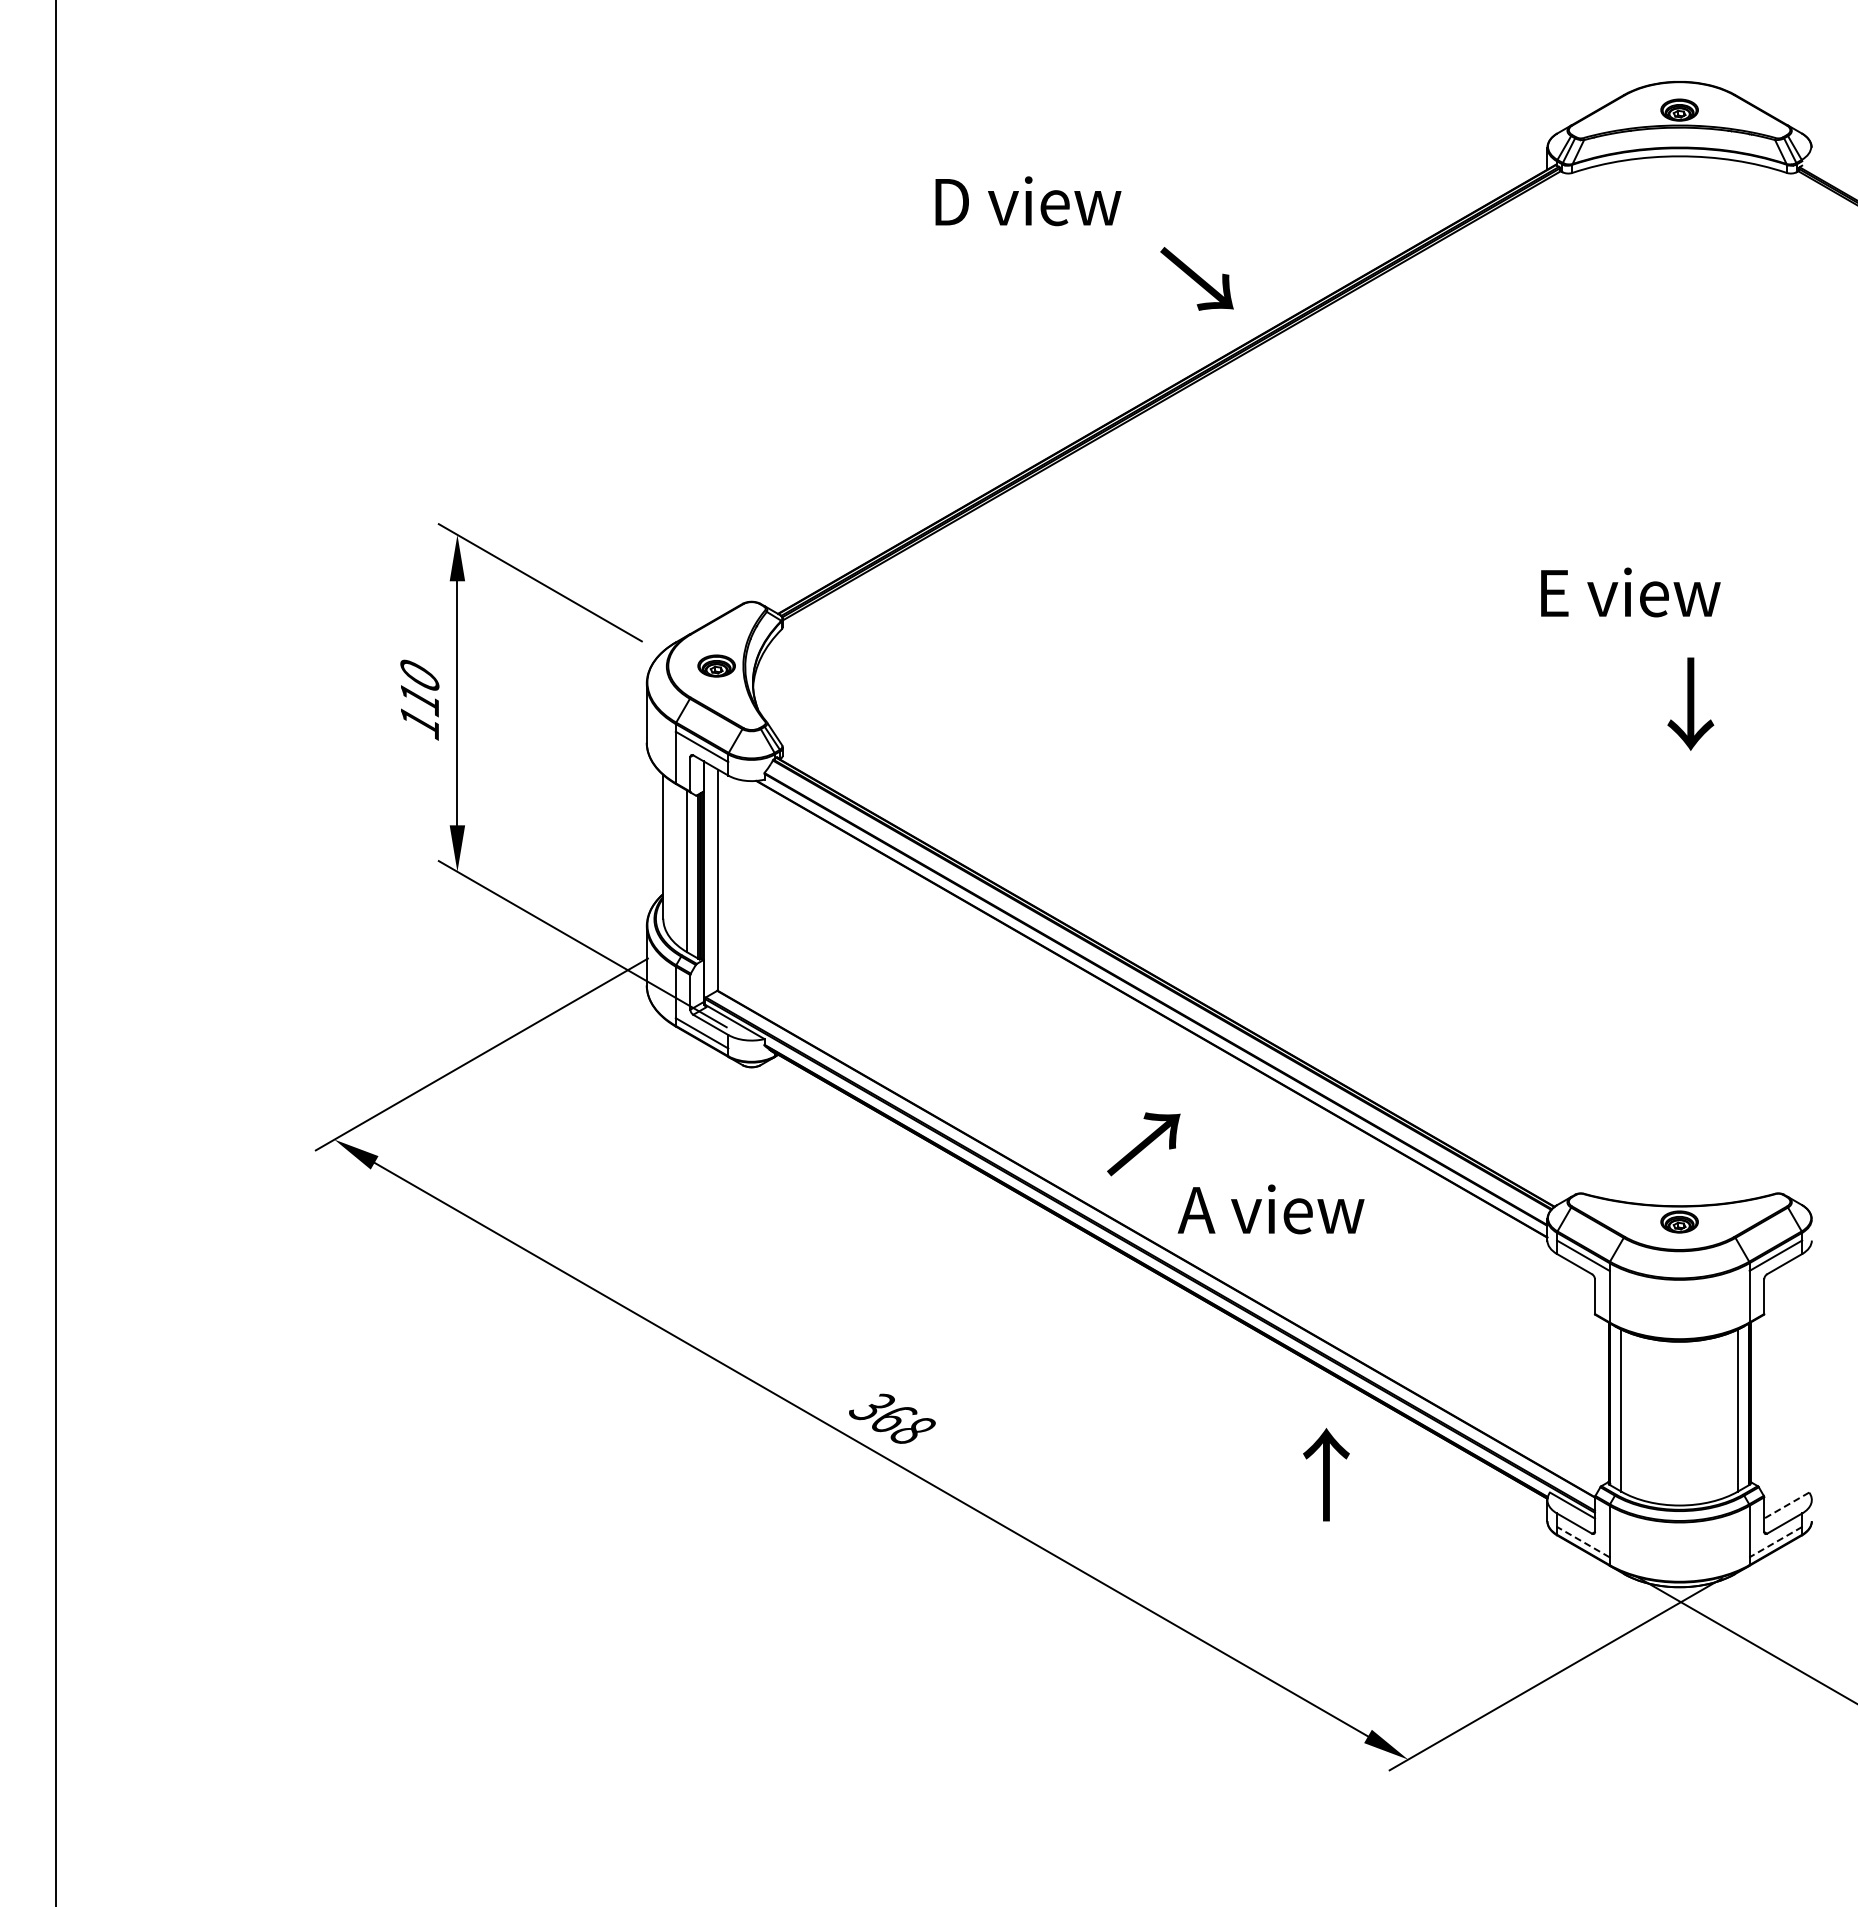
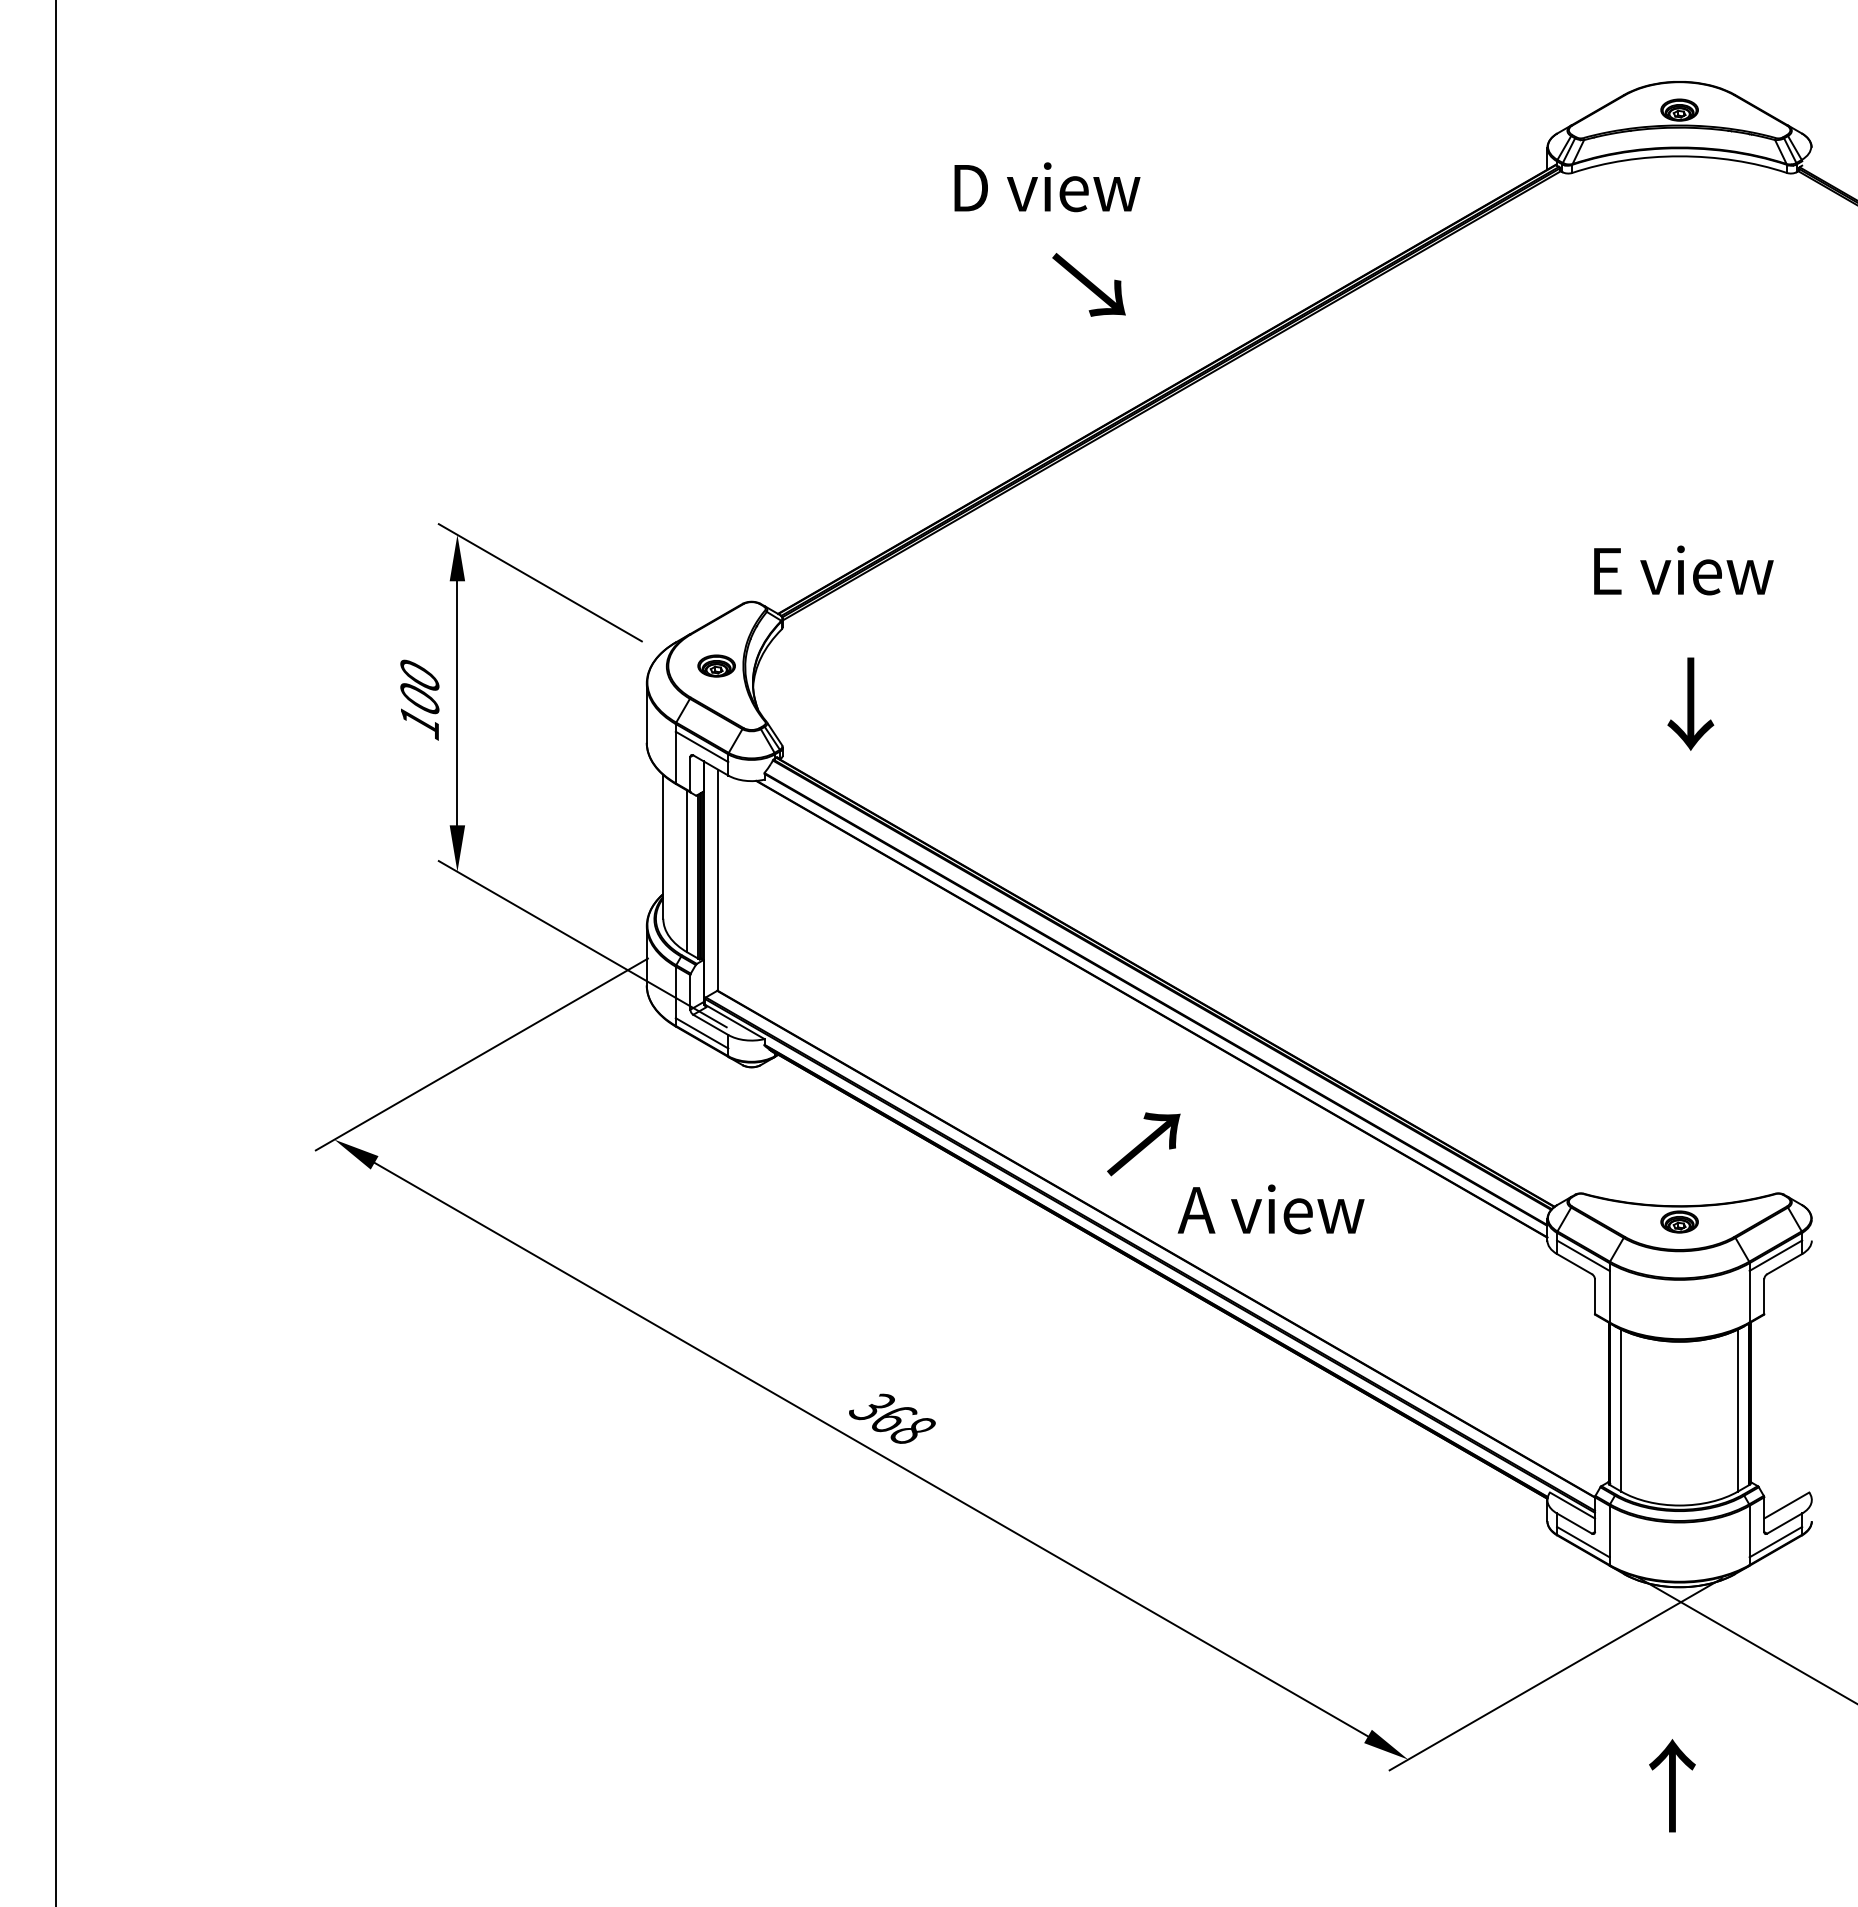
text at (1028, 201) position: (1028, 201) -> (1047, 187)
text at (1196, 278) position: (1196, 278) -> (1088, 284)
text at (1630, 592) position: (1630, 592) -> (1683, 570)
text at (419, 700): 110 -> 100
text at (1326, 1474) position: (1326, 1474) -> (1672, 1785)
line at (1786, 1505): dashed -> solid
line at (1582, 1541): dashed -> solid
line at (1775, 1542): dashed -> solid
